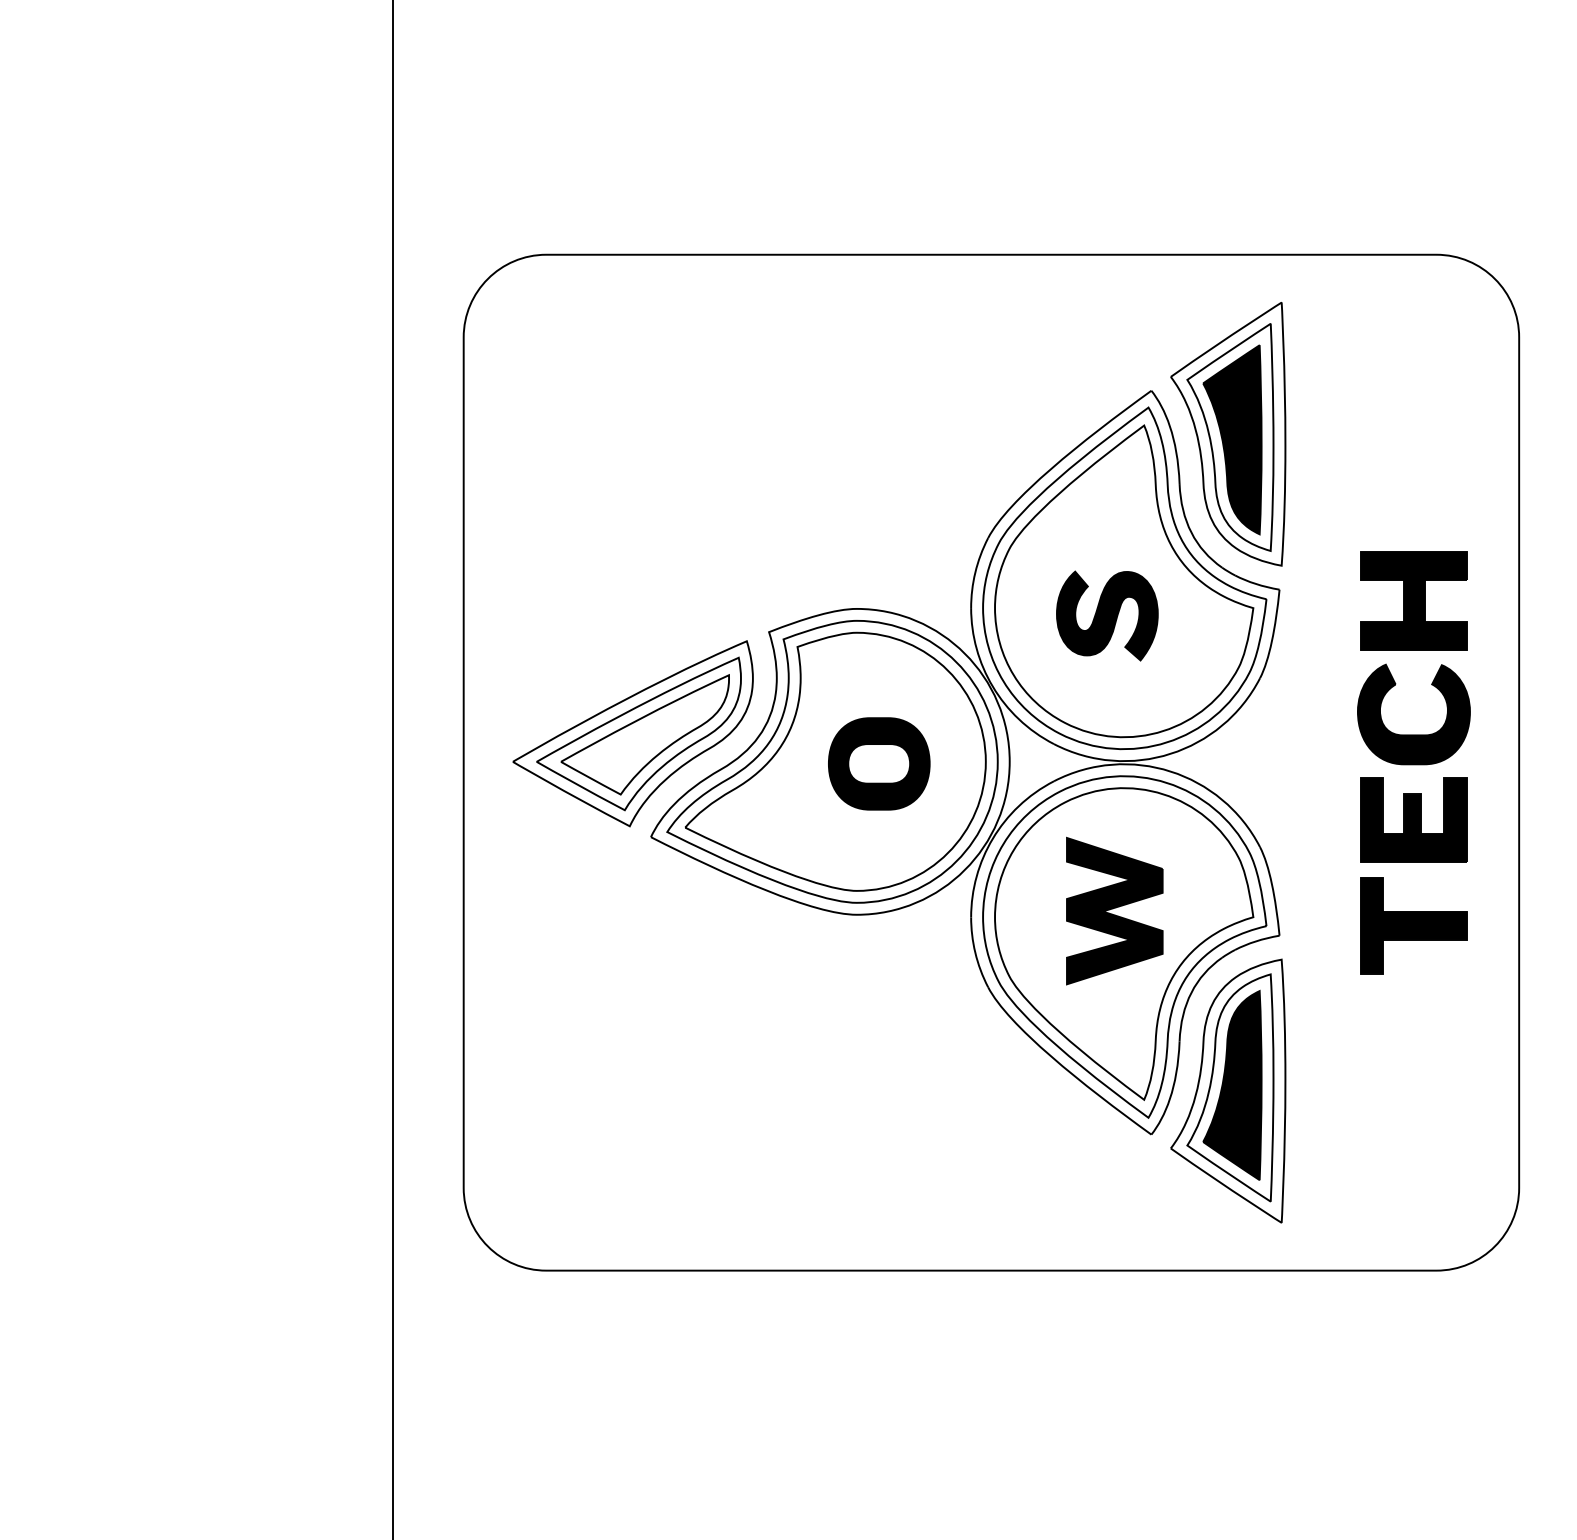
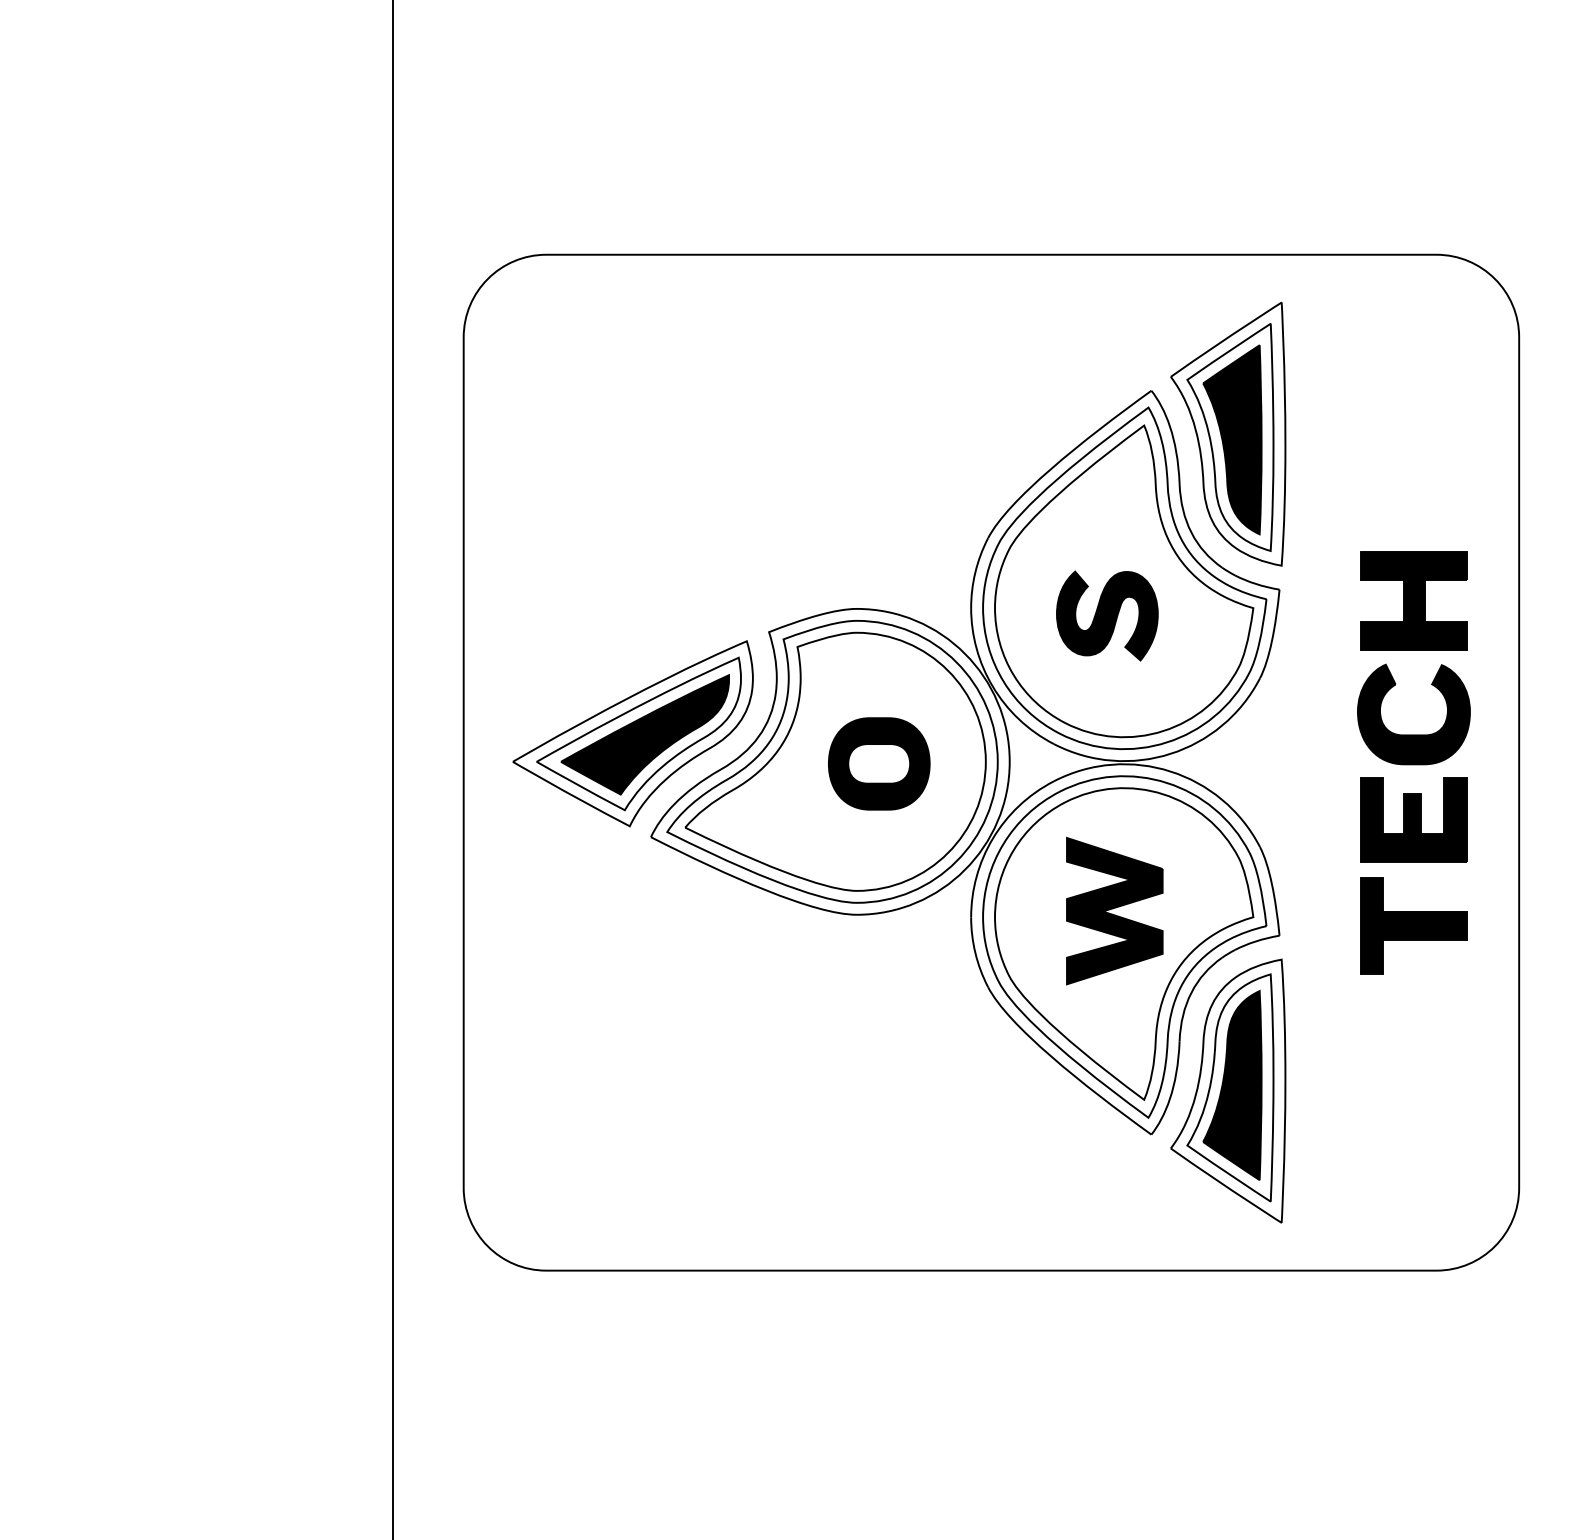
fill at (644, 734): none -> present
